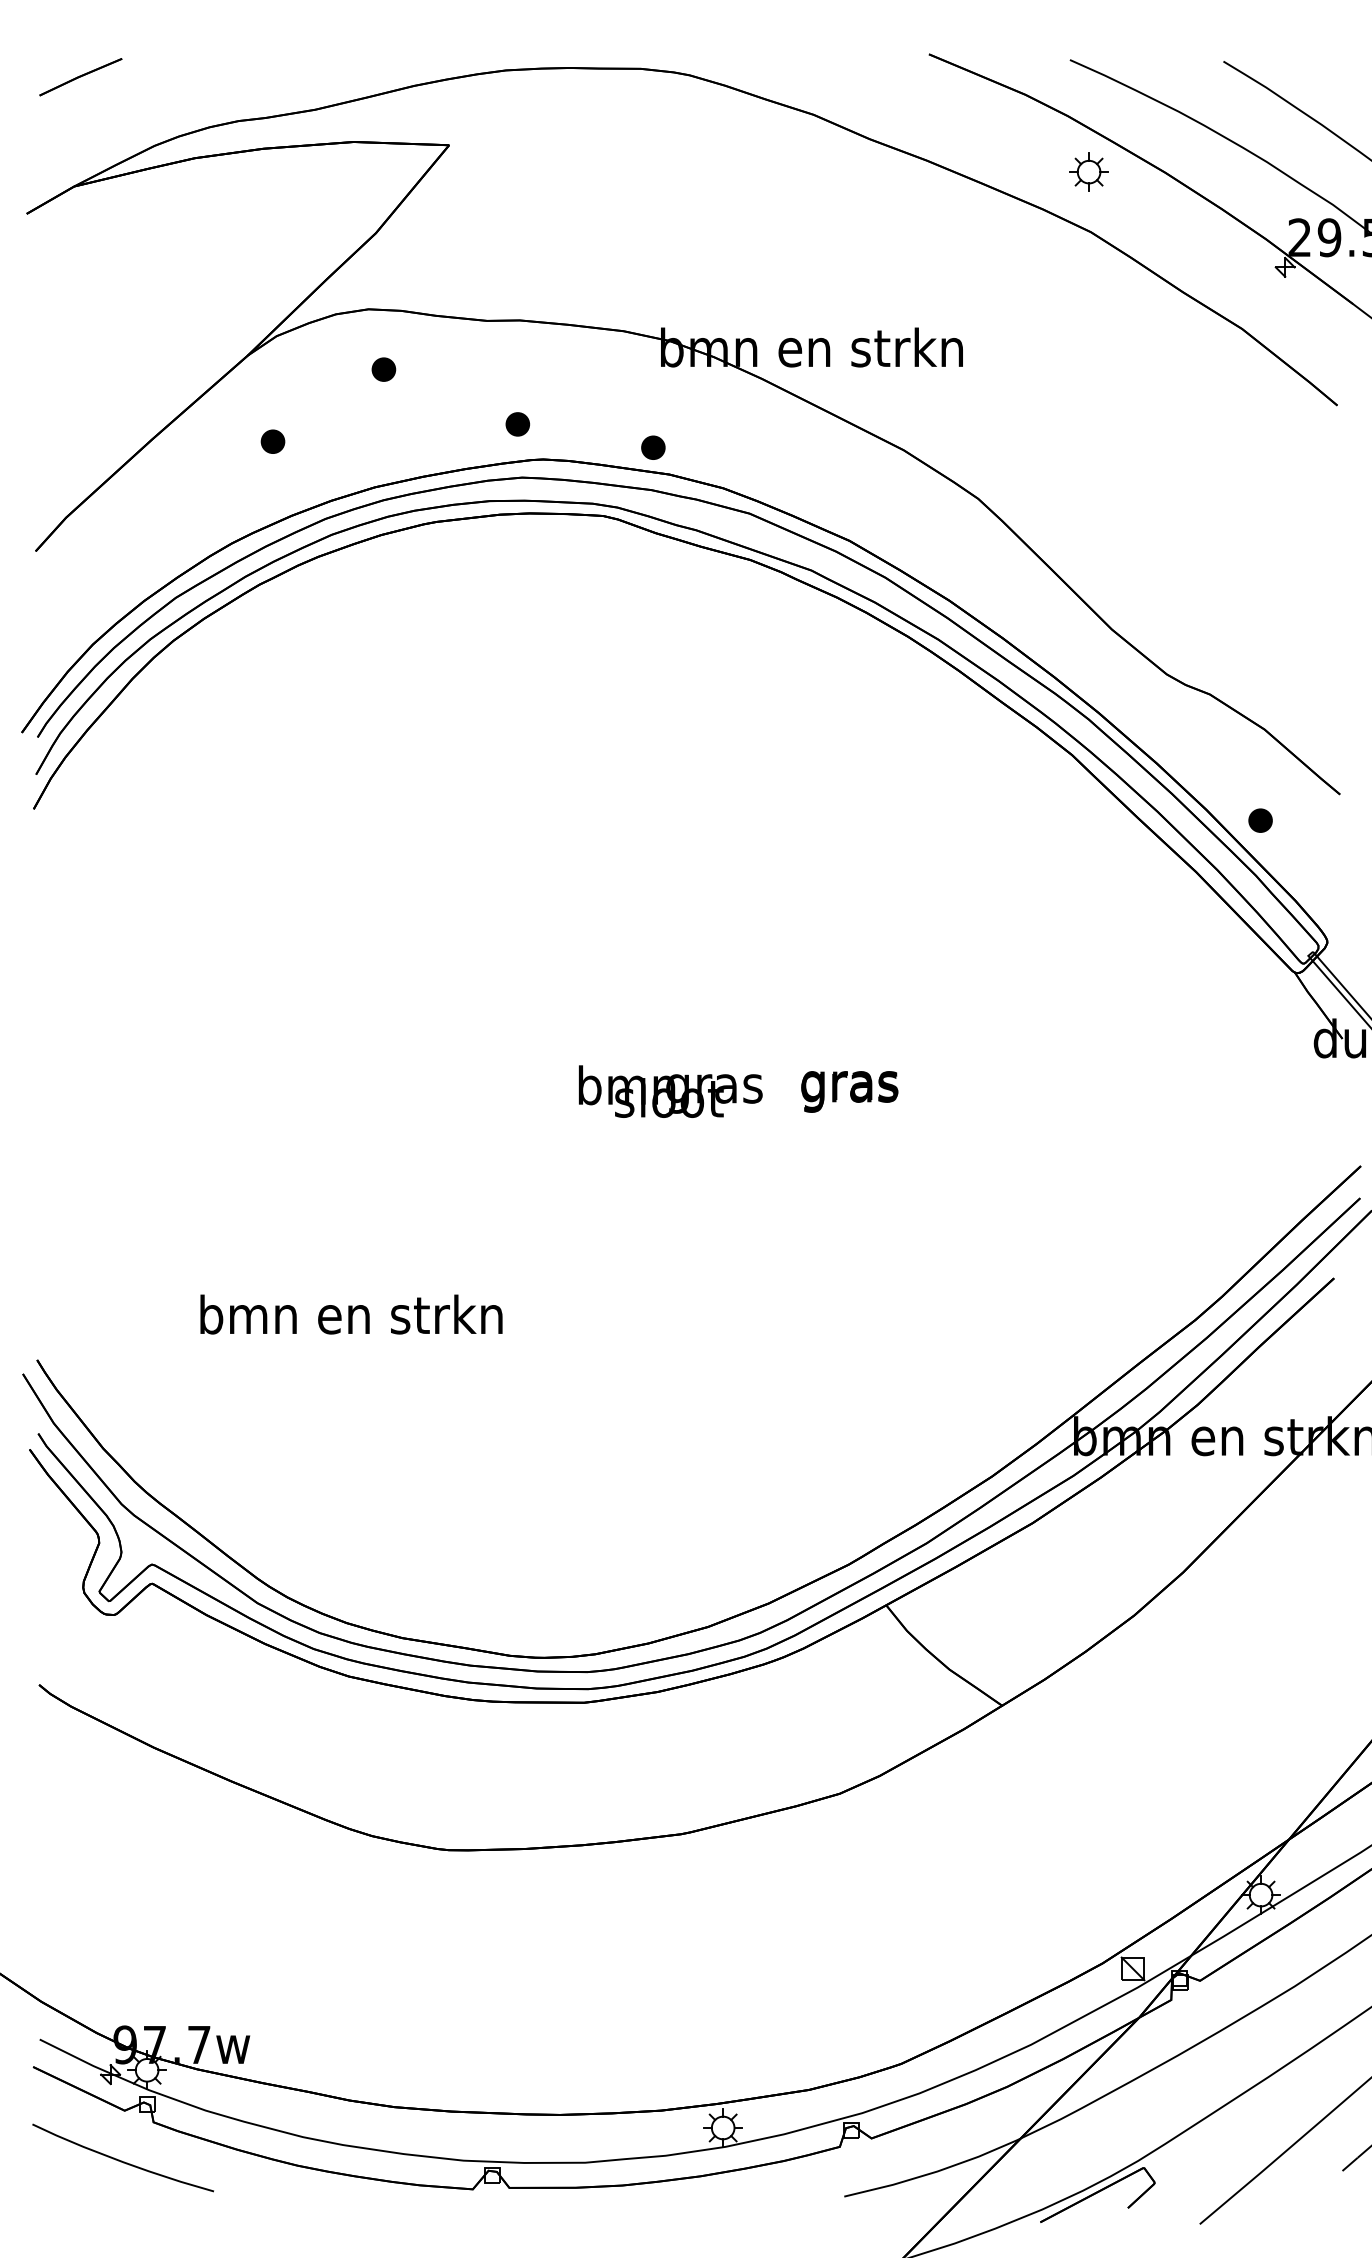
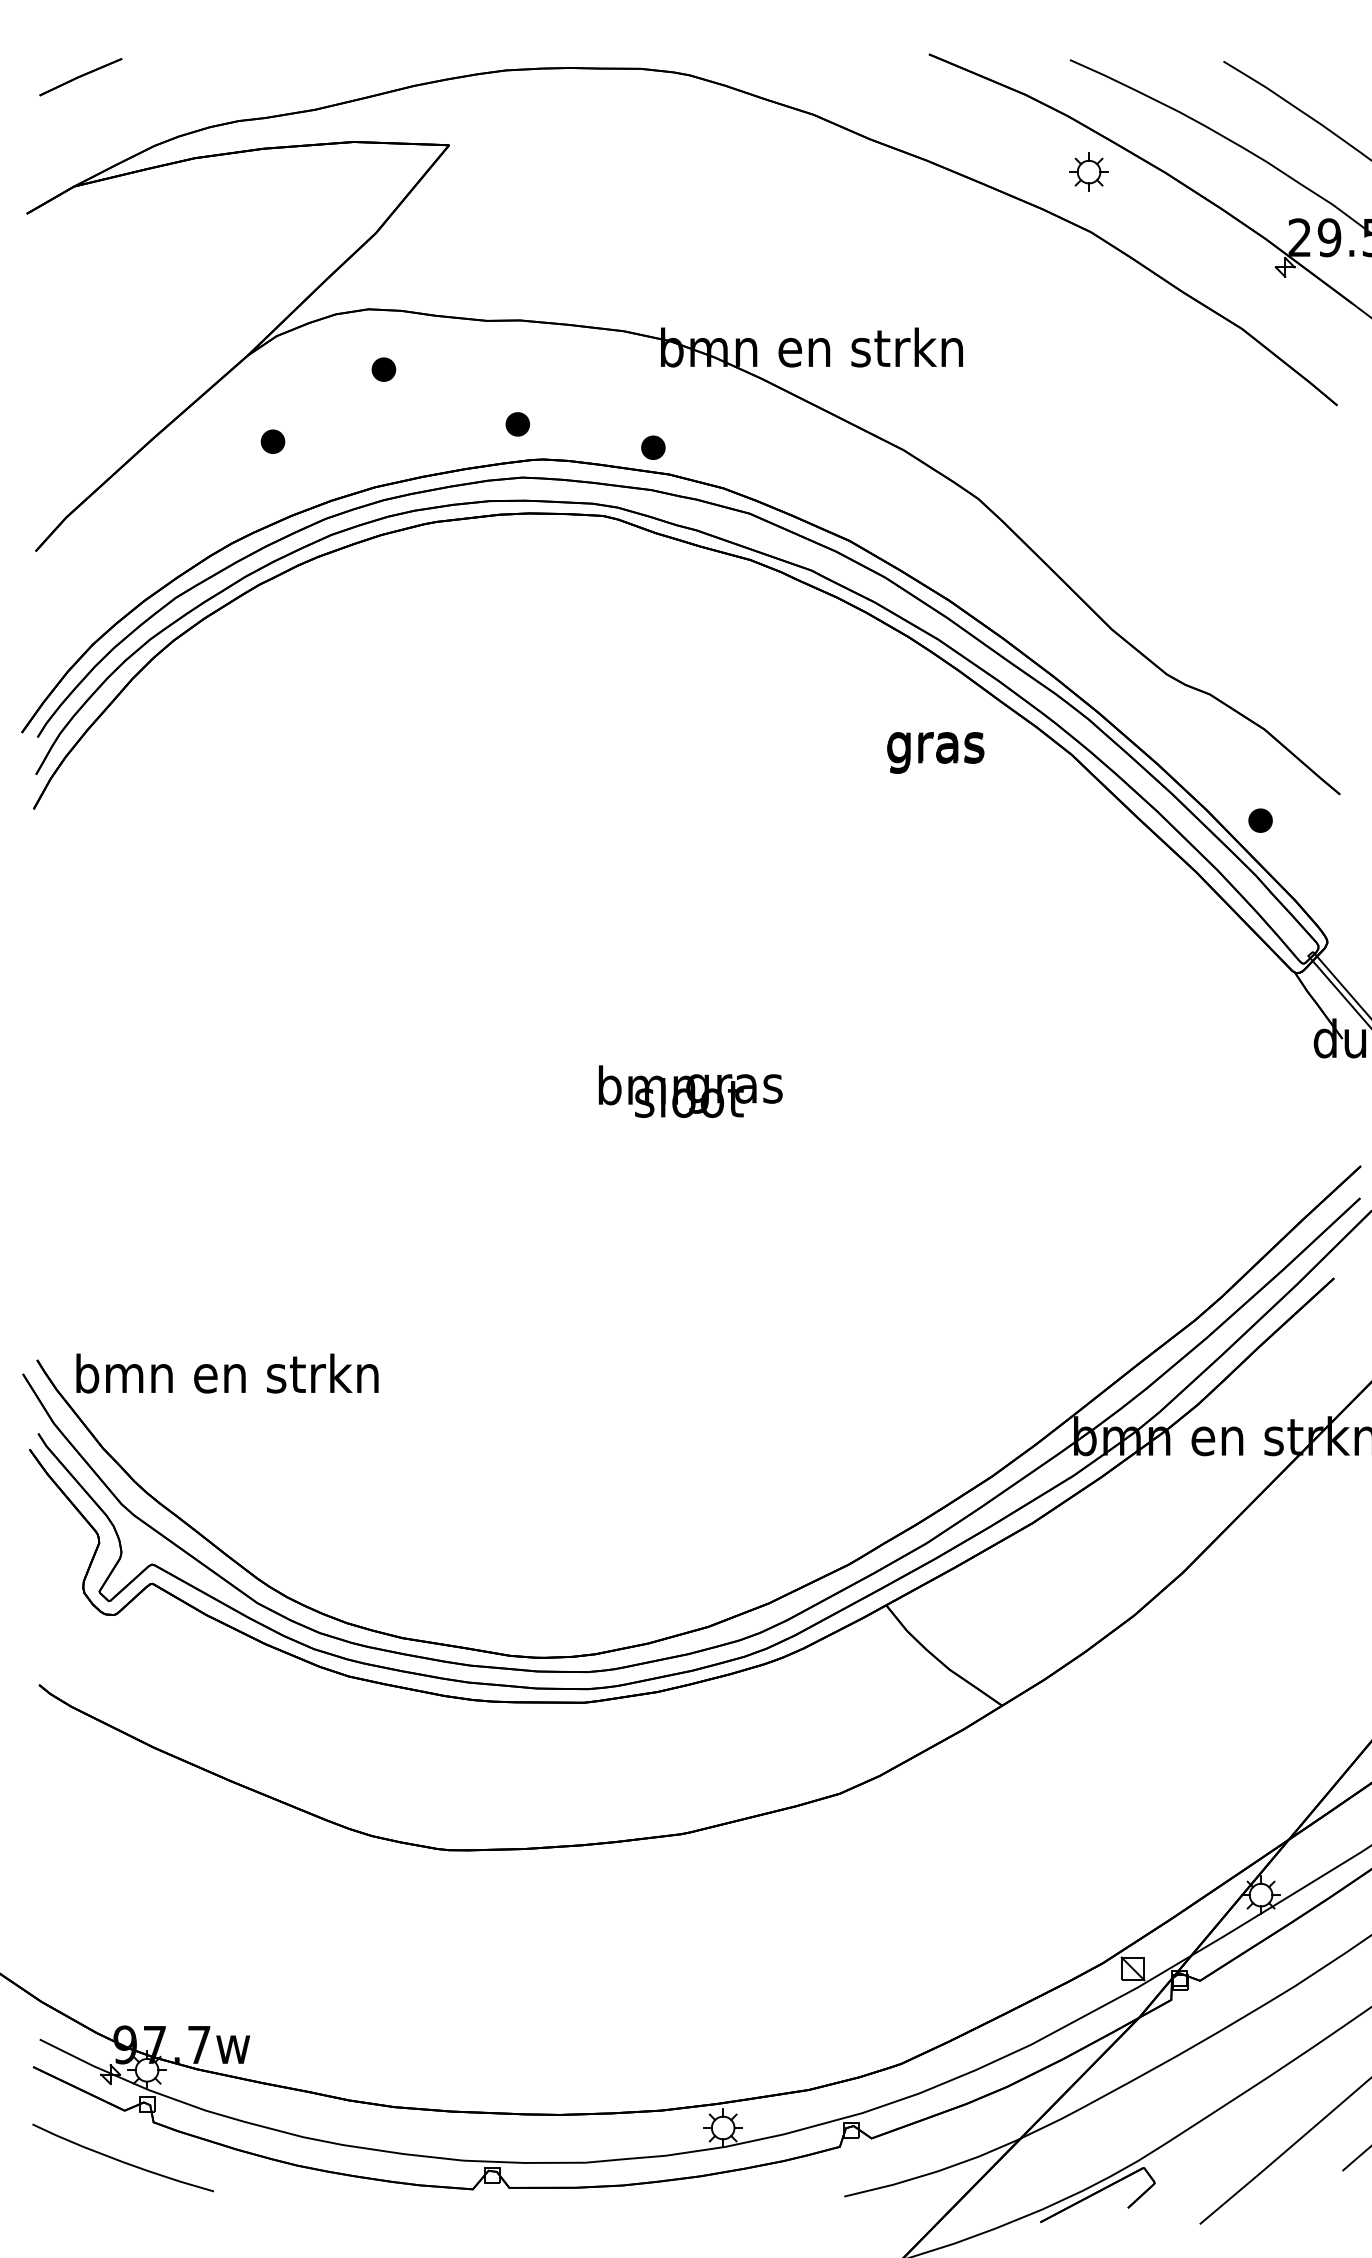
text at (670, 1091) position: (670, 1091) -> (690, 1091)
text at (849, 1091) position: (849, 1091) -> (935, 752)
text at (351, 1314) position: (351, 1314) -> (227, 1373)
